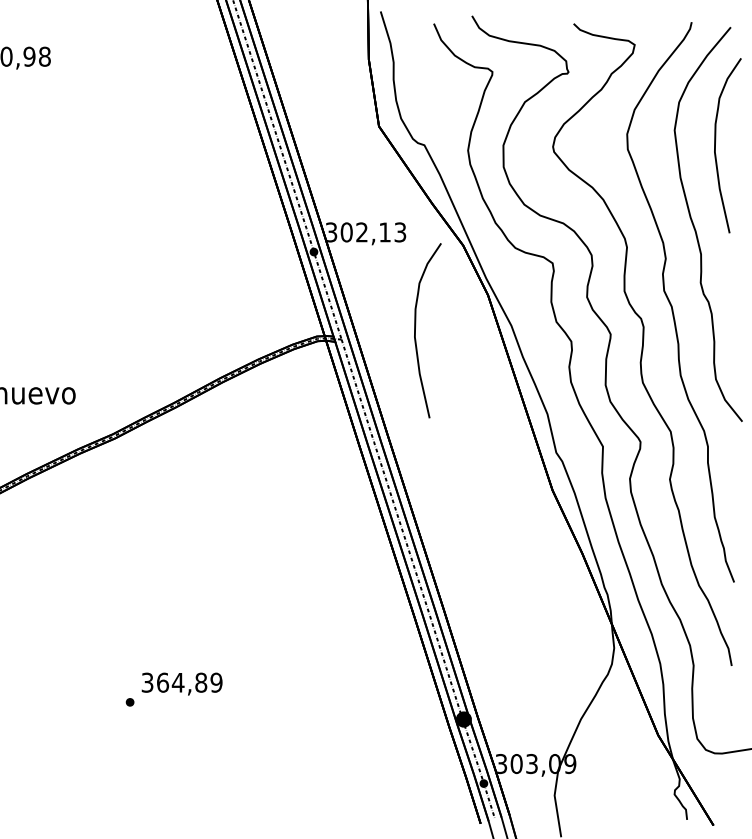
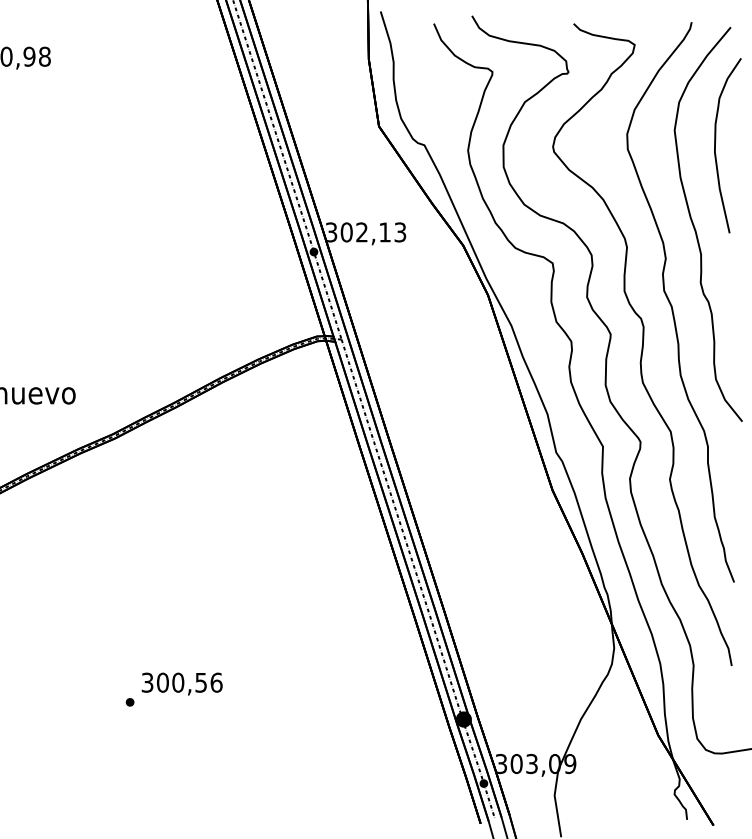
curve at (415, 330): present -> none
text at (189, 682): 364,89 -> 300,56
